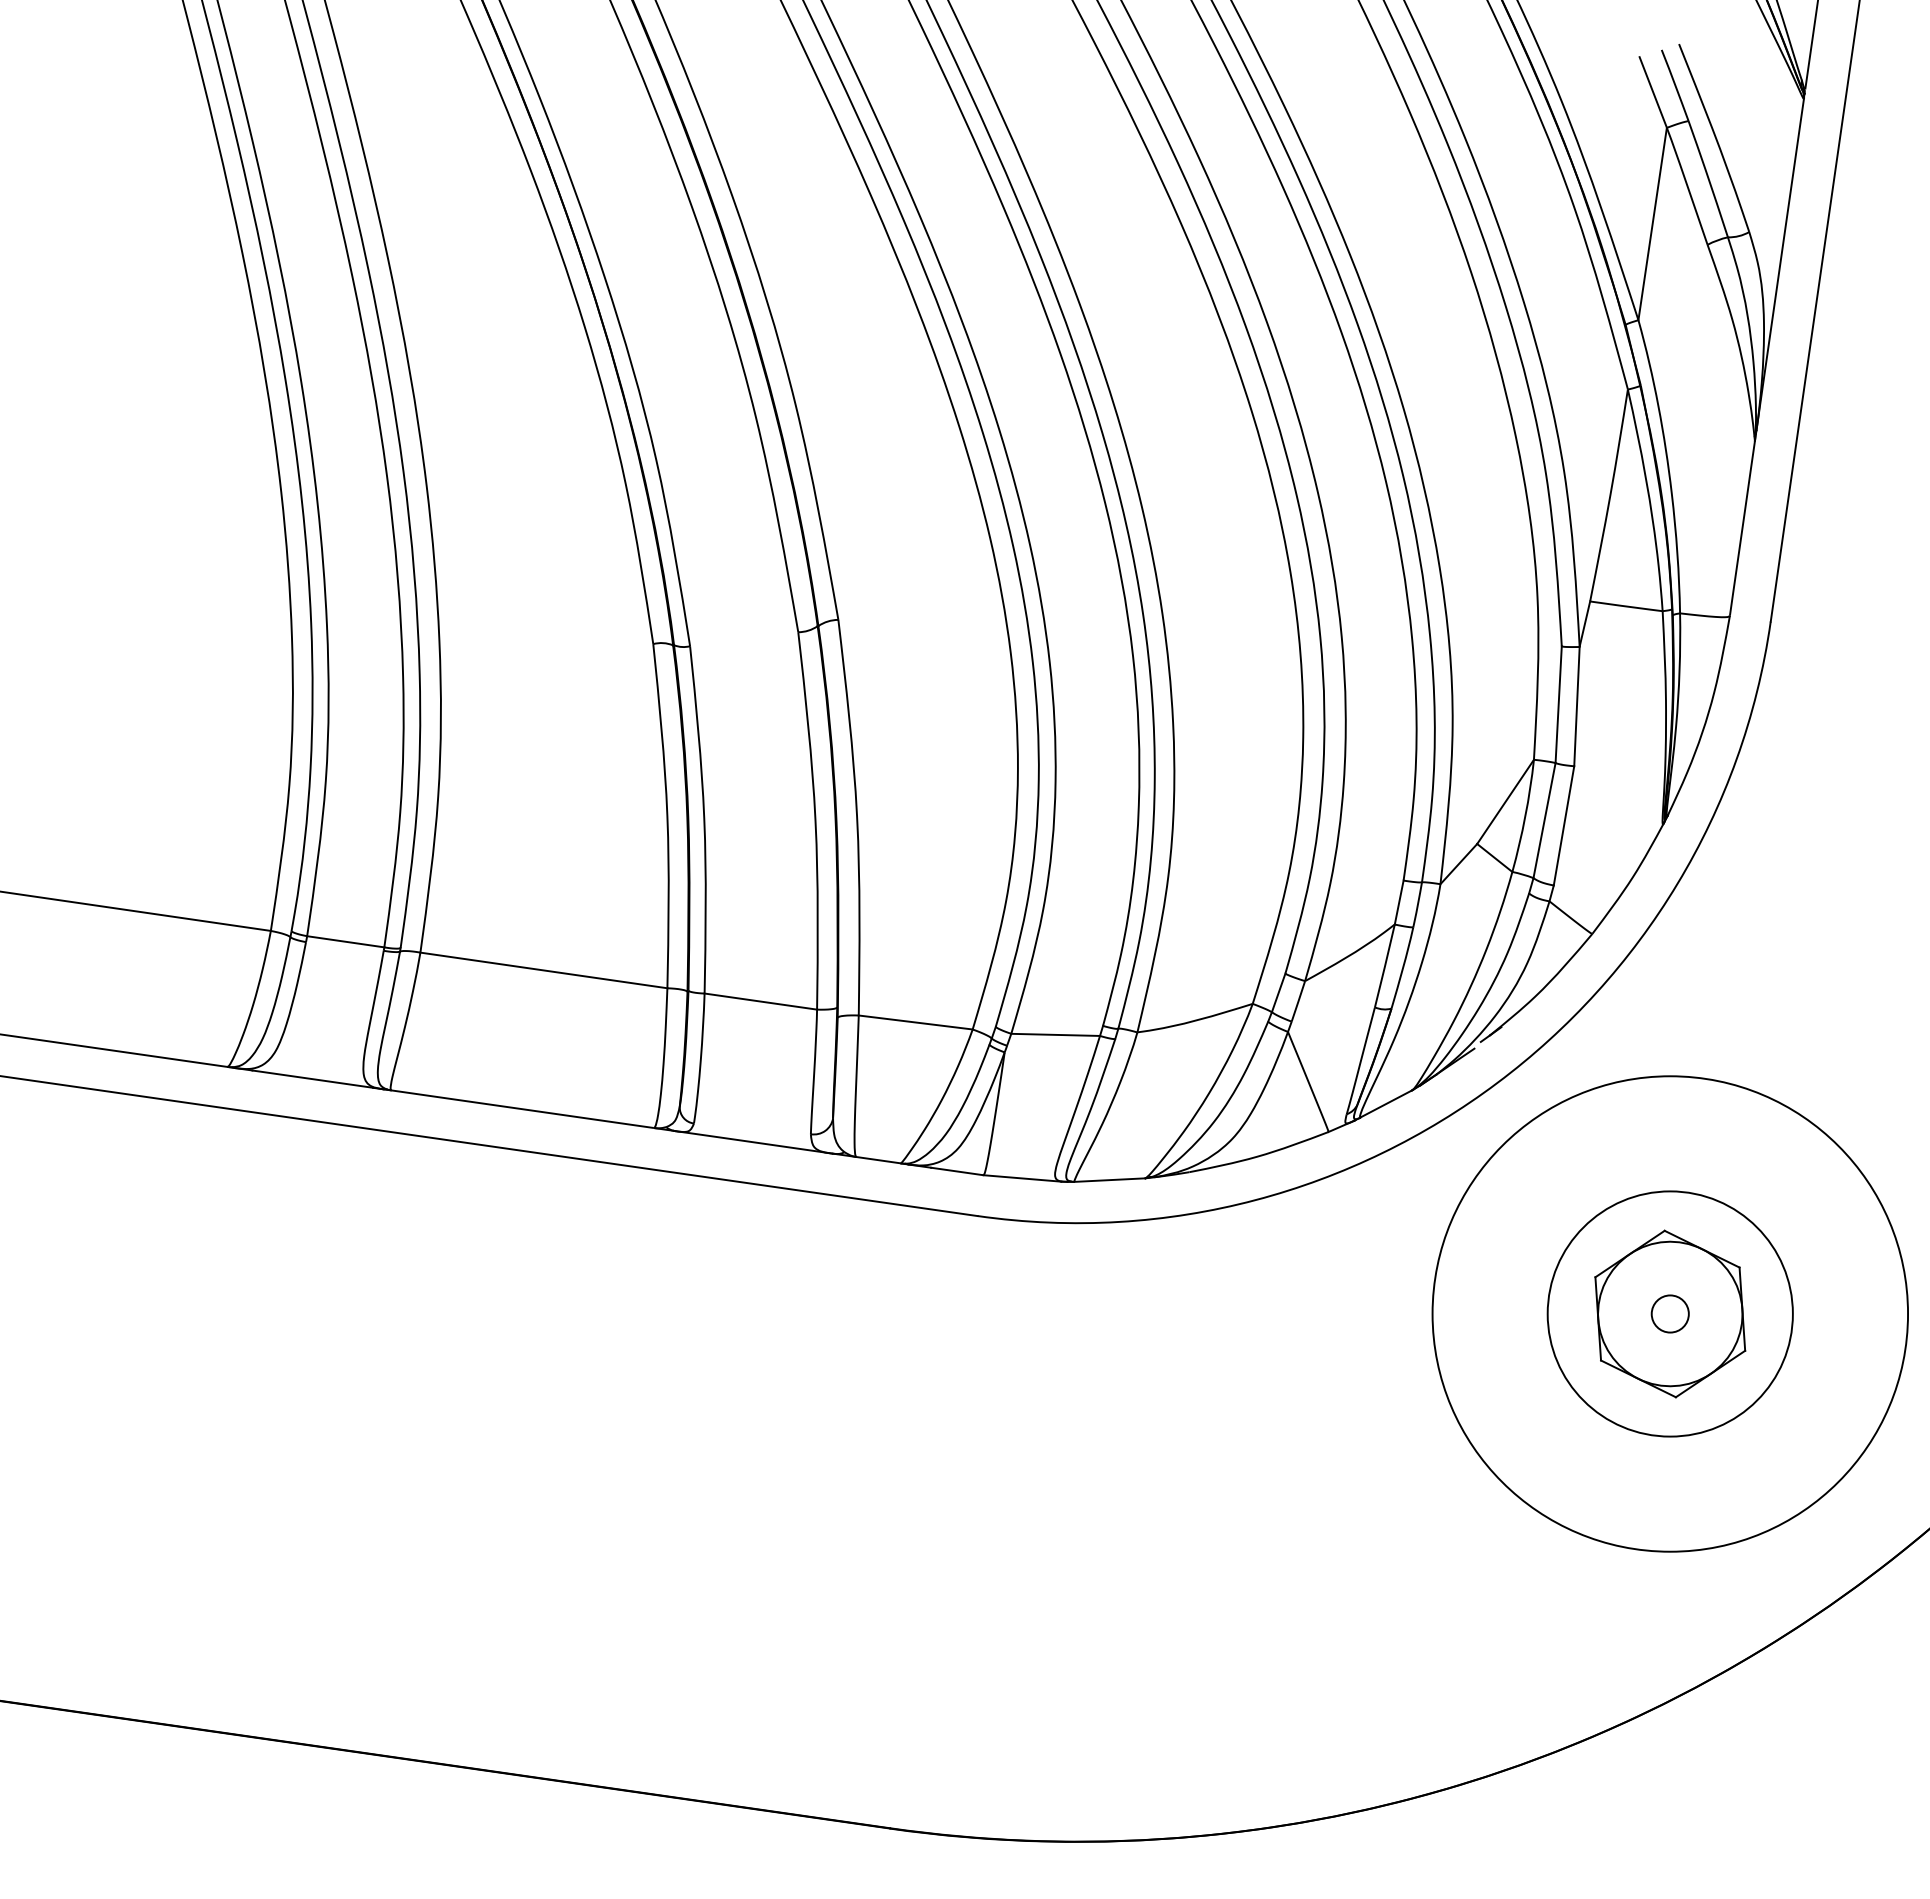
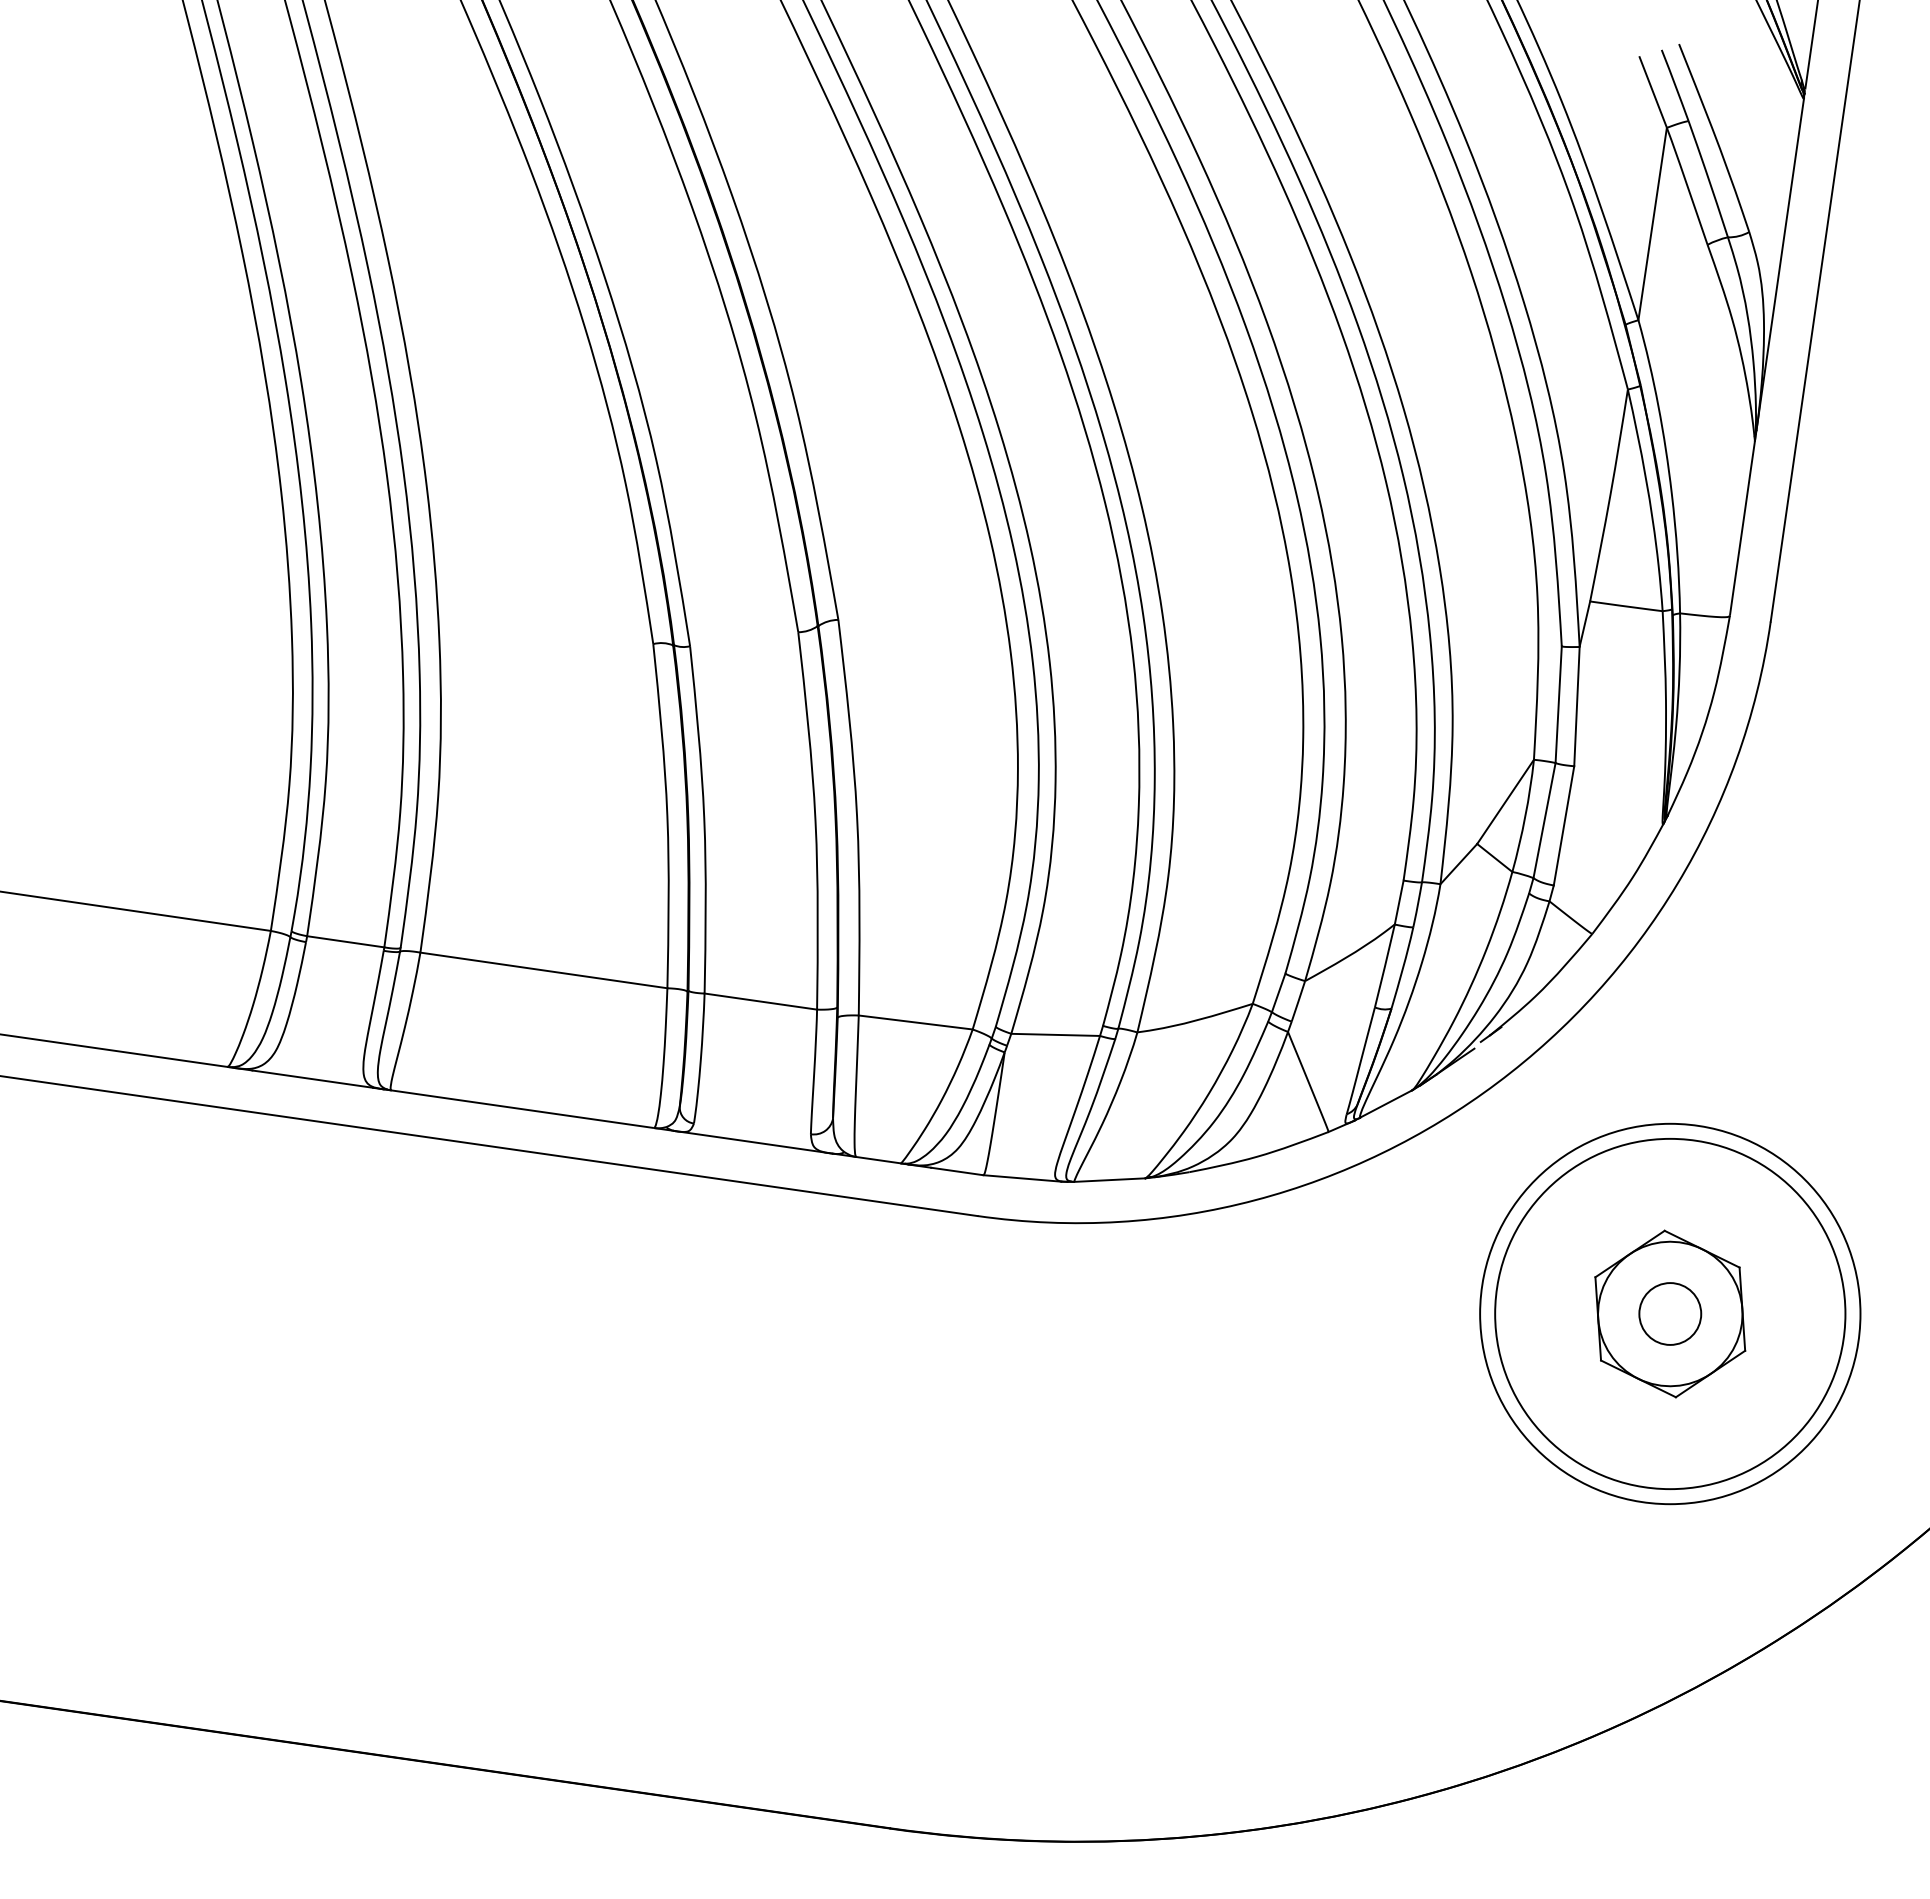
circle at (1669, 1313) diameter: 245 px -> 350 px
circle at (1669, 1313) diameter: 37 px -> 62 px
circle at (1670, 1313) diameter: 475 px -> 380 px
